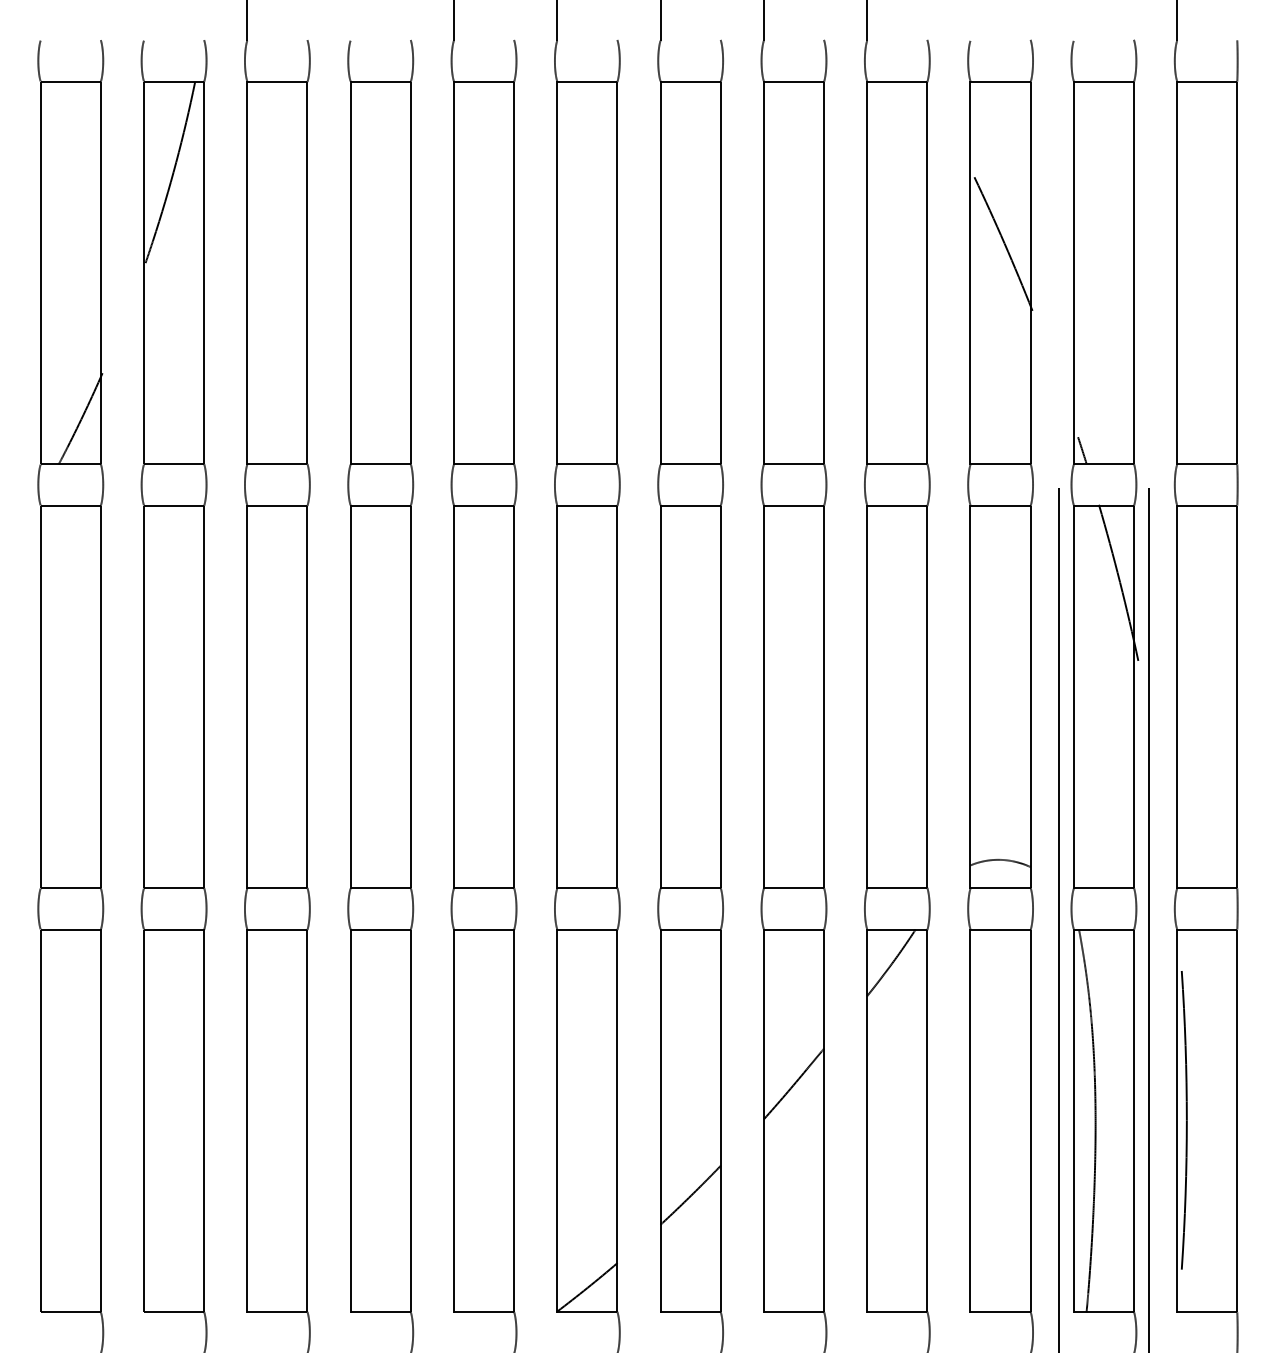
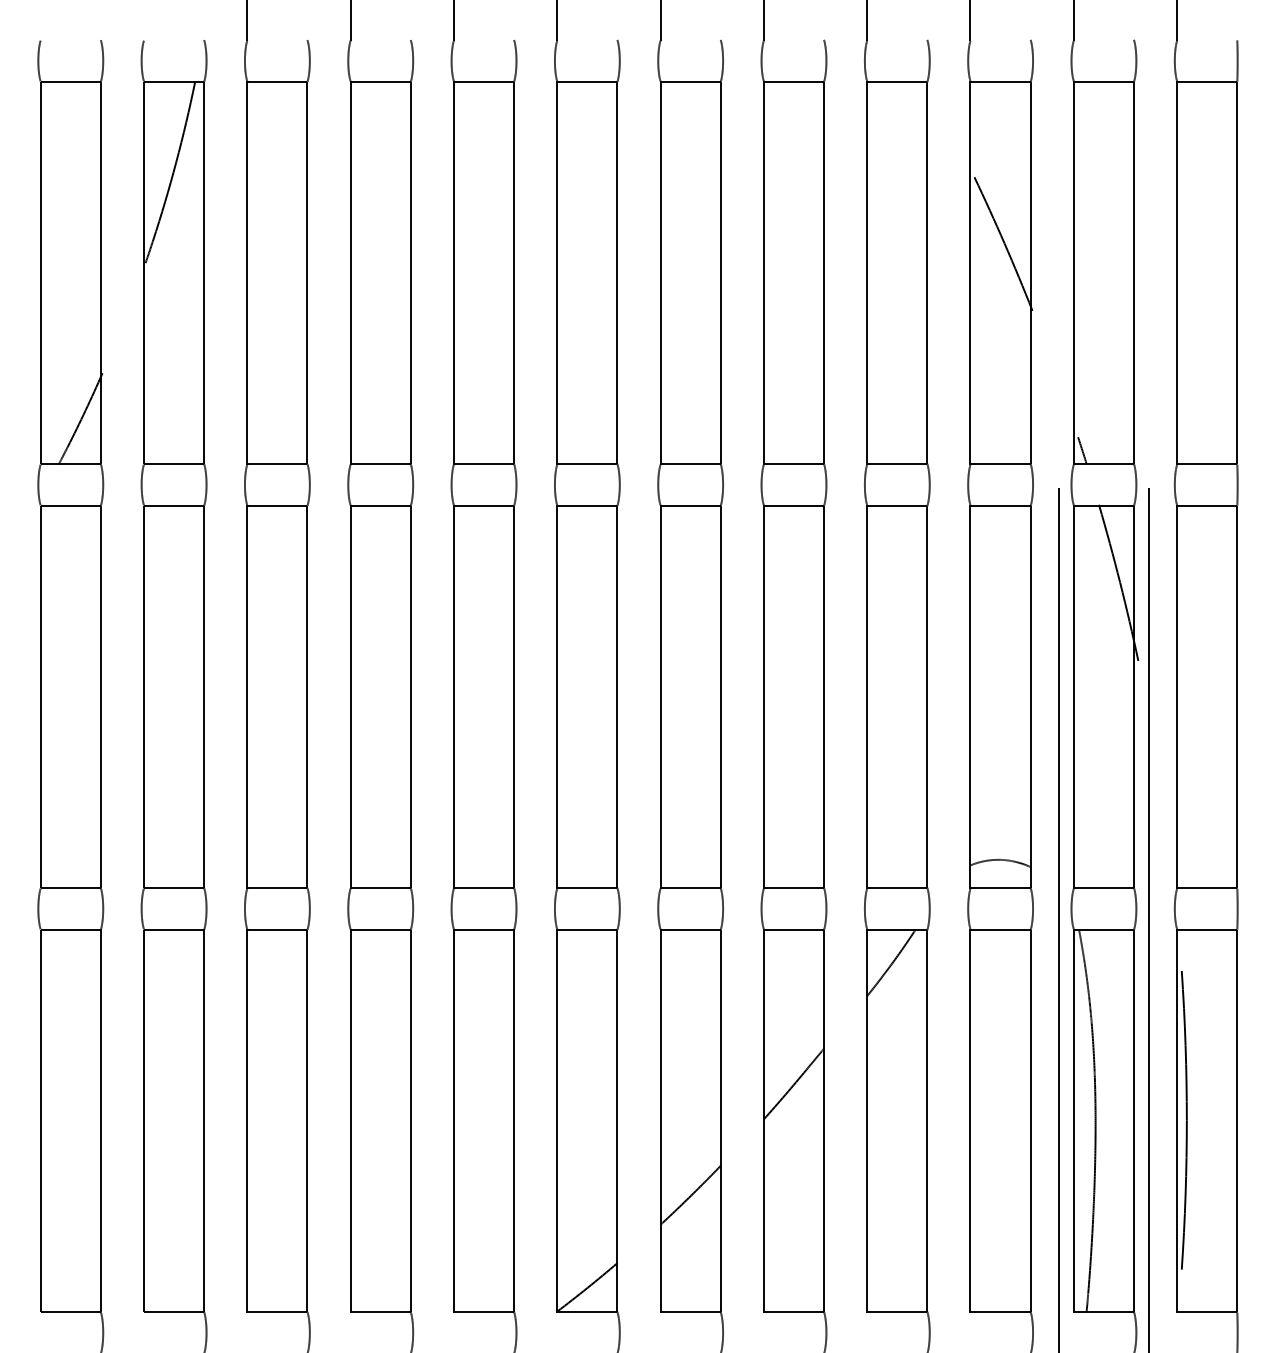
line at (350, 21): none -> present
line at (970, 21): none -> present
line at (1073, 21): none -> present
